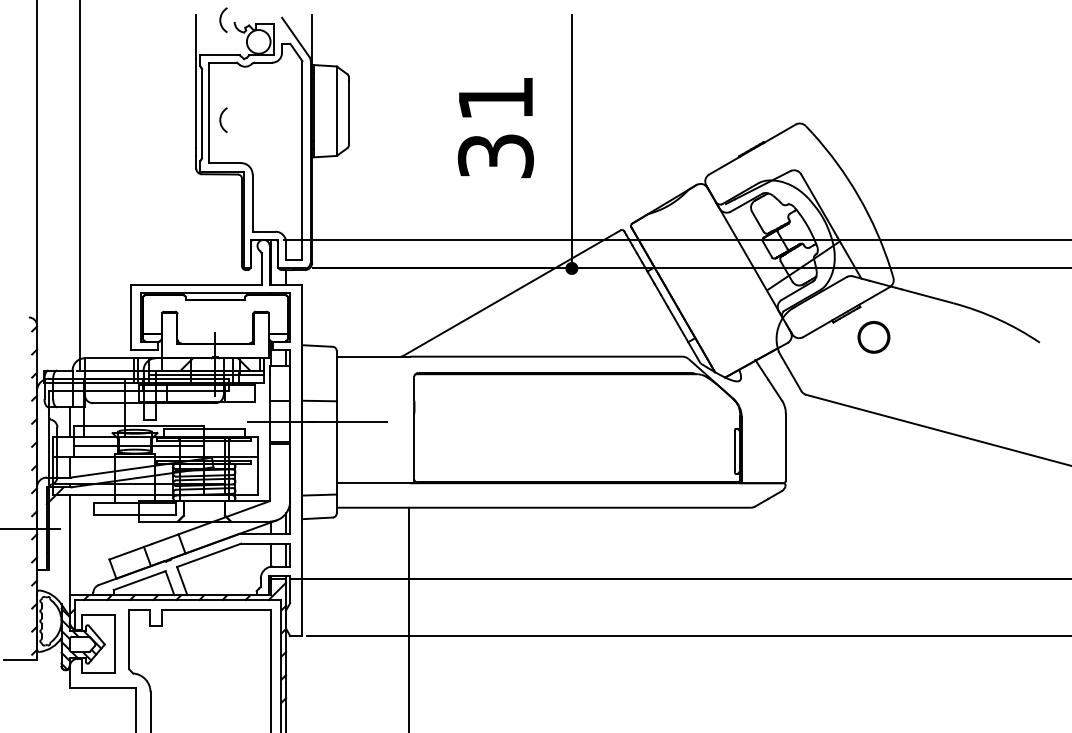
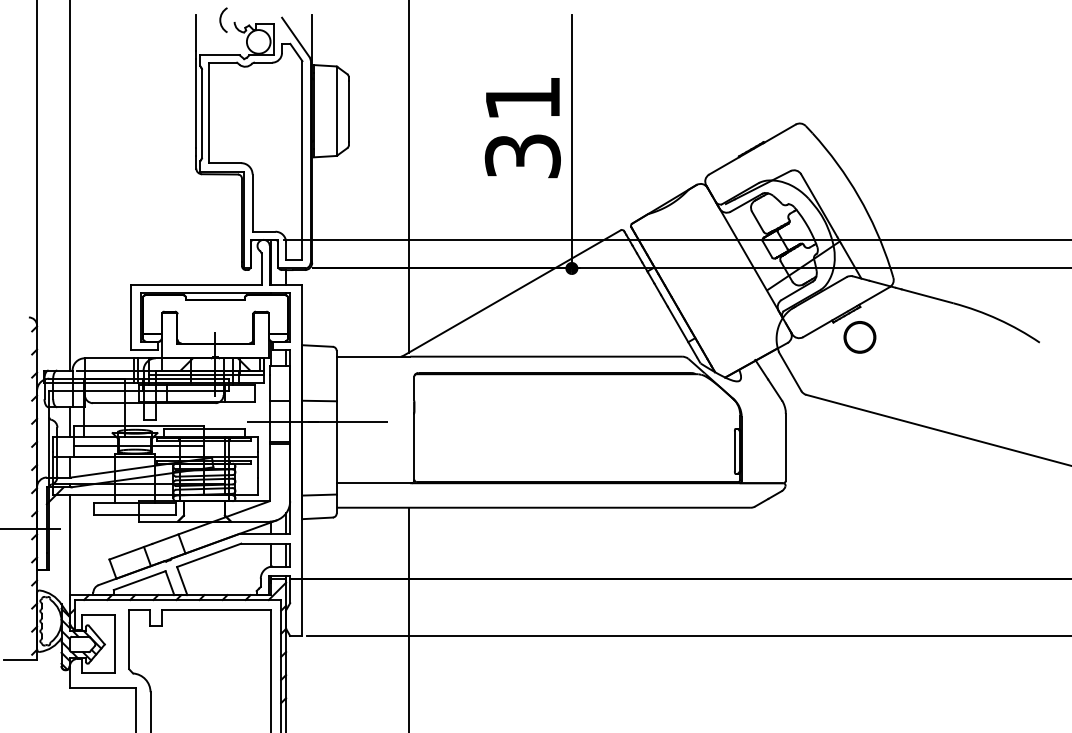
arc at (221, 119): present -> none
text at (495, 128) position: (495, 128) -> (522, 128)
line at (408, 177): none -> present
line at (79, 186) position: (79, 186) -> (69, 186)
circle at (873, 337) position: (873, 337) -> (859, 337)
